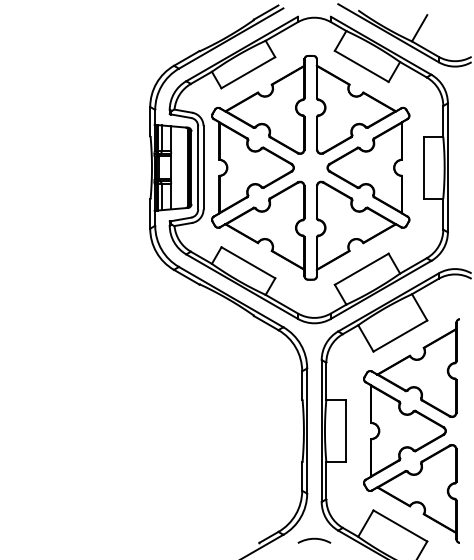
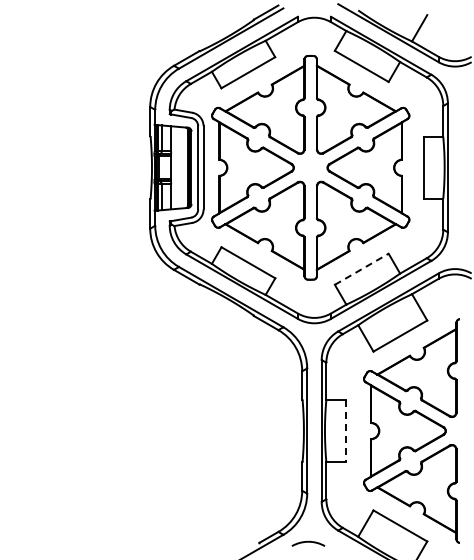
line at (362, 269): solid -> dashed
line at (345, 431): solid -> dashed
arc at (314, 539) position: (314, 539) -> (308, 542)
